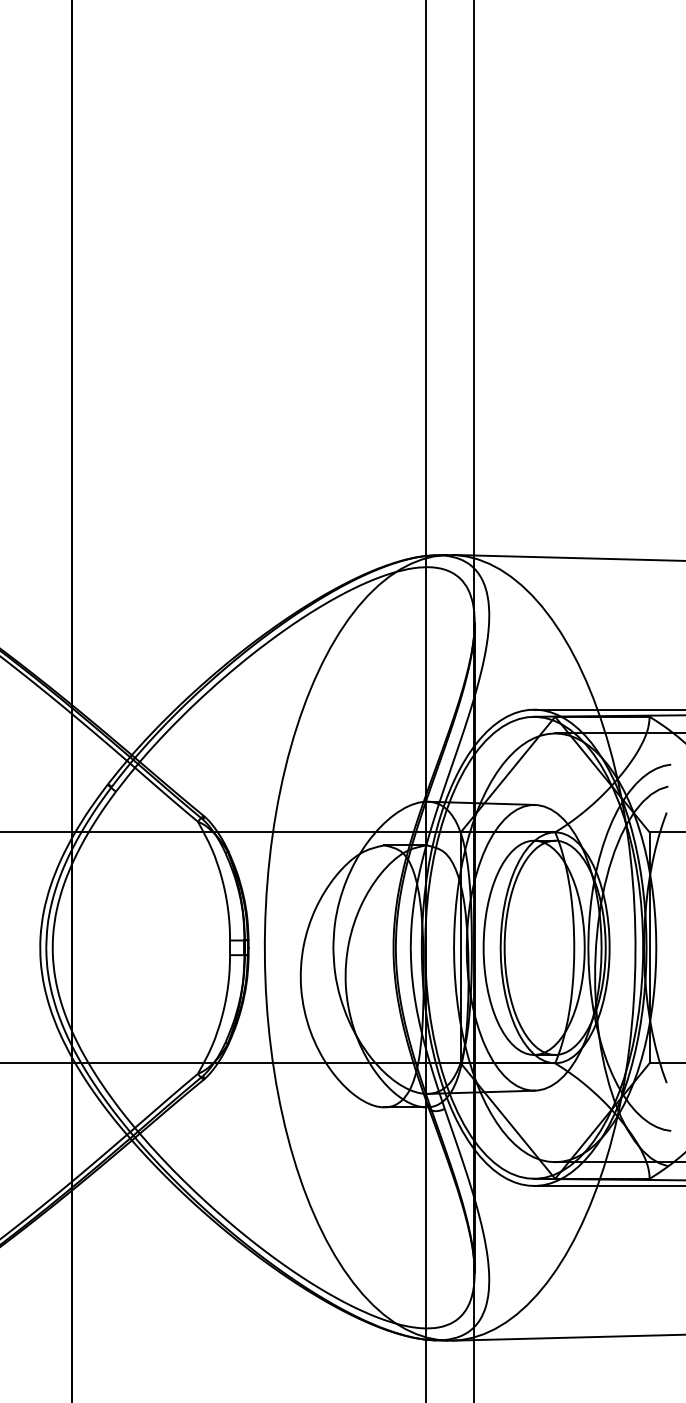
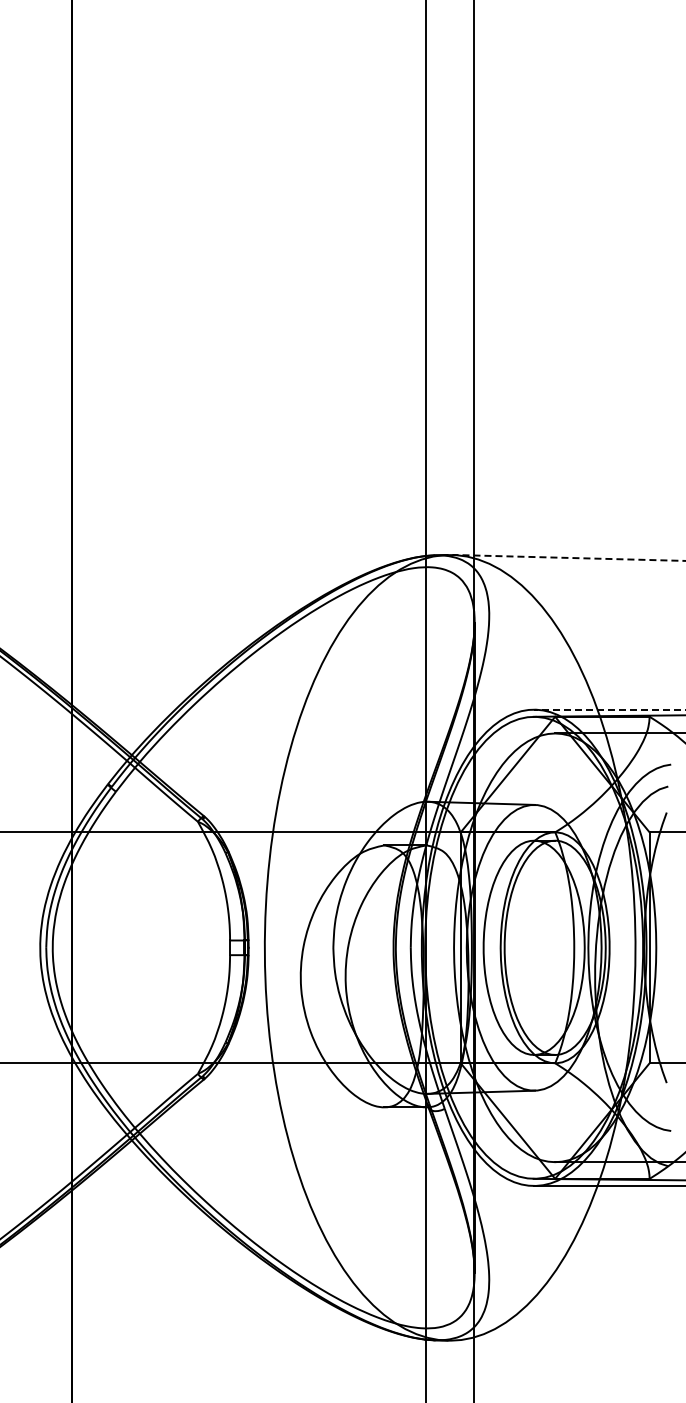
line at (568, 557): solid -> dashed
line at (609, 709): solid -> dashed
line at (567, 1337): present -> none
